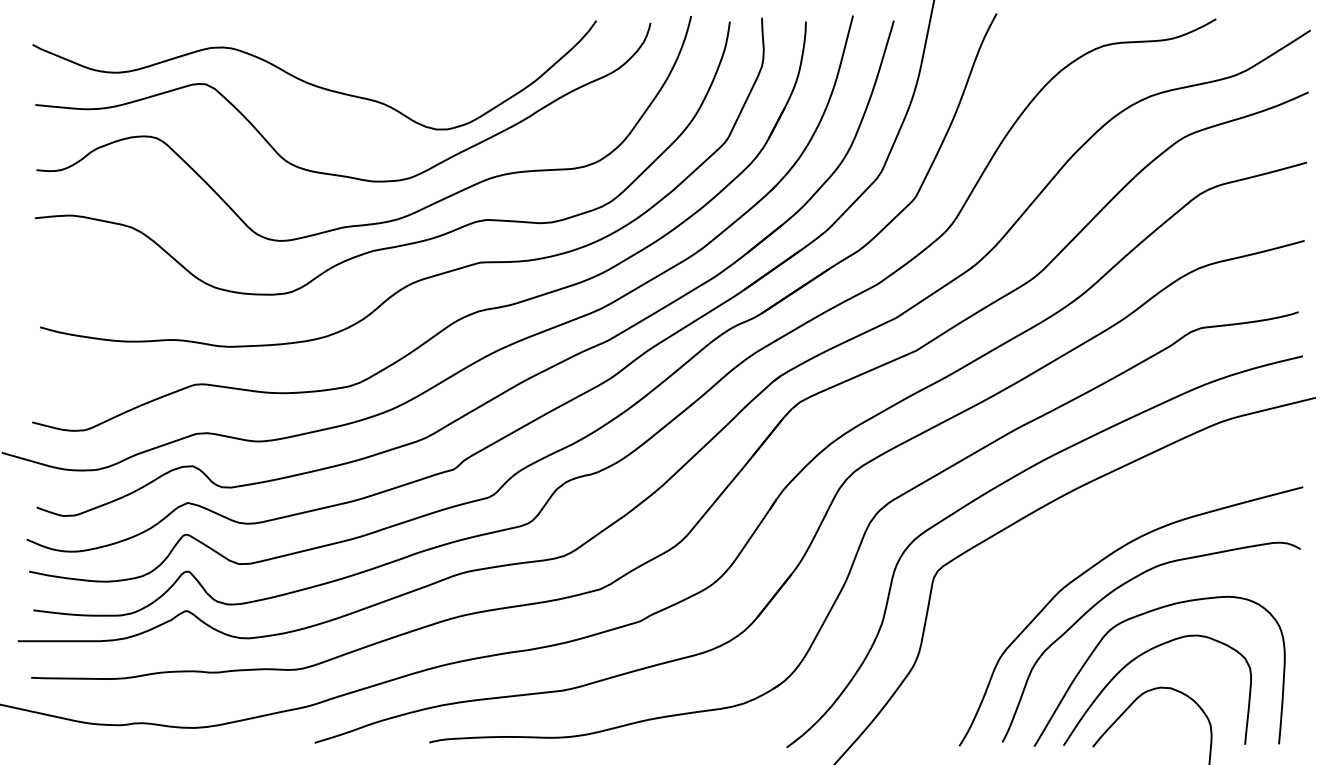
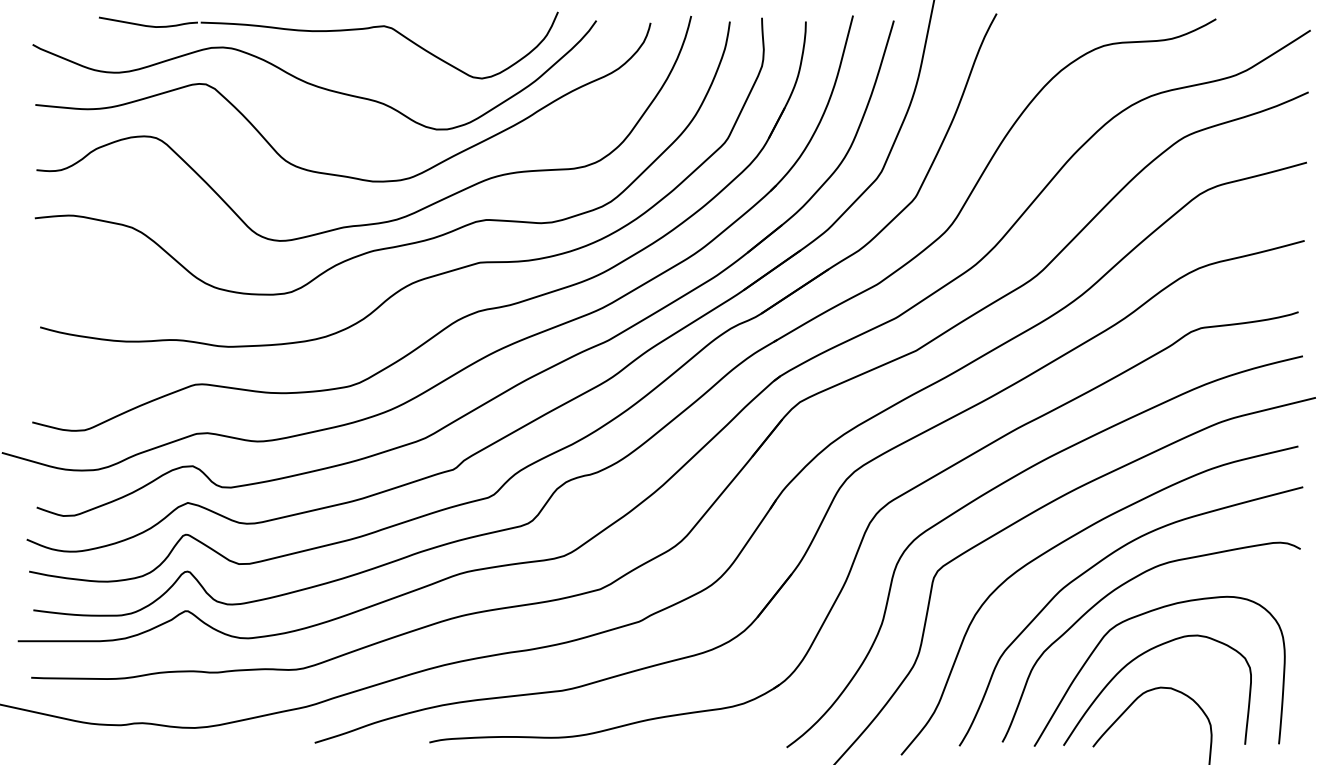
part at (328, 31): none -> present
curve at (1064, 542): none -> present
